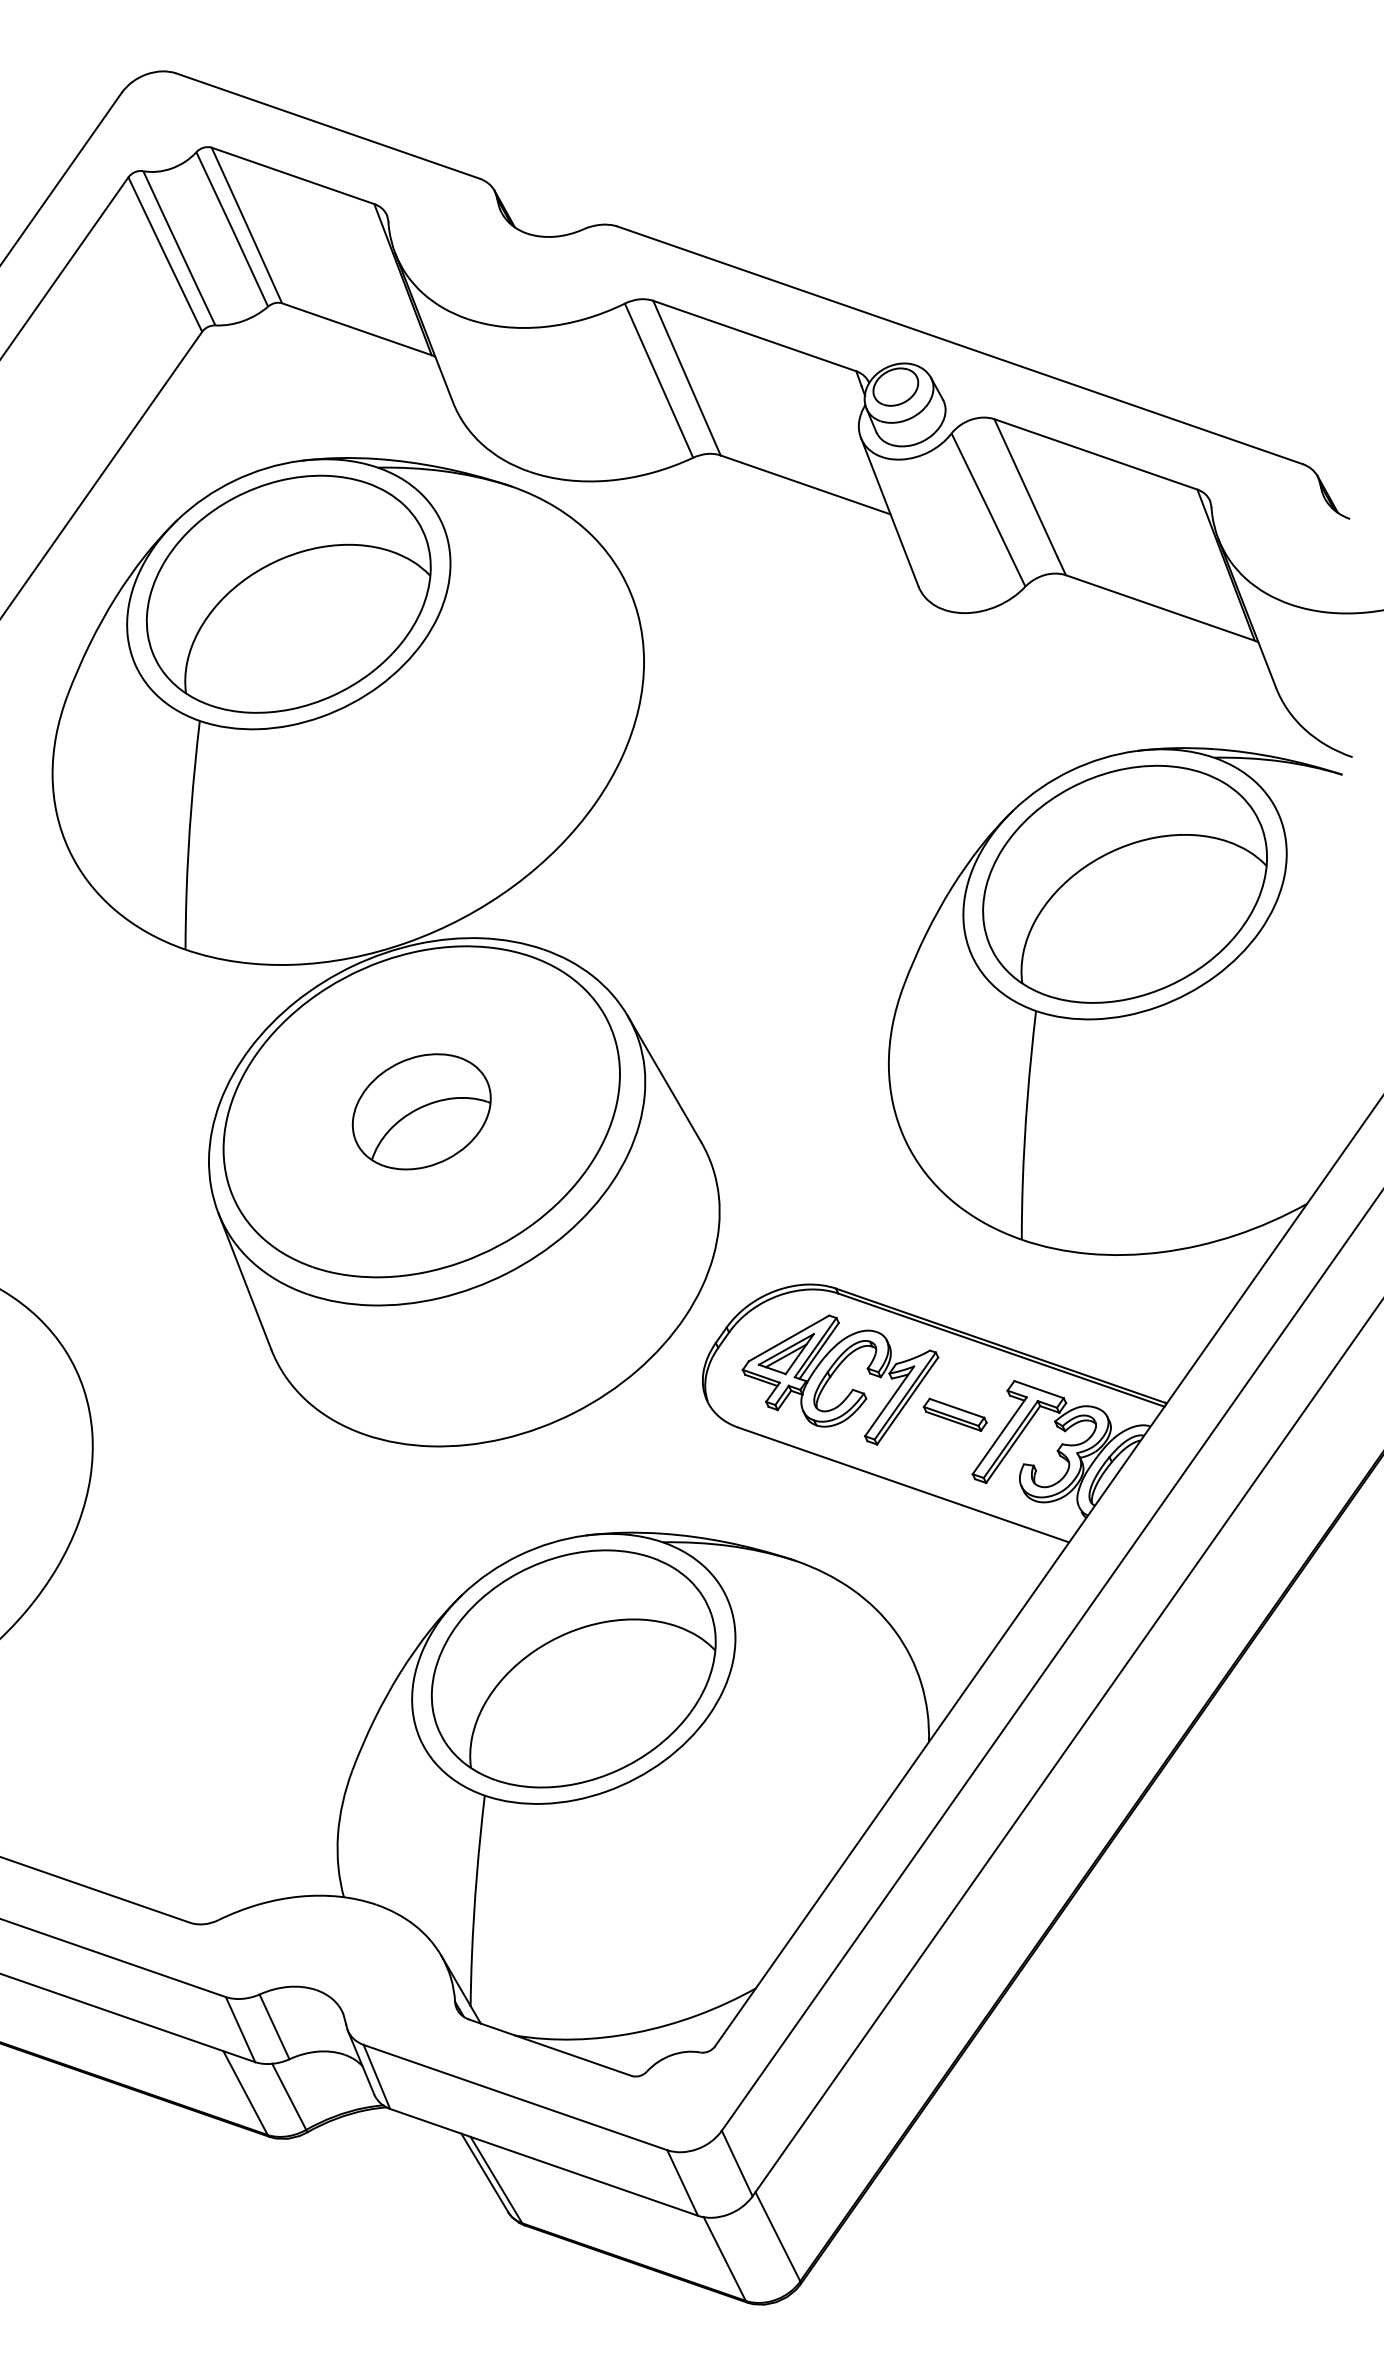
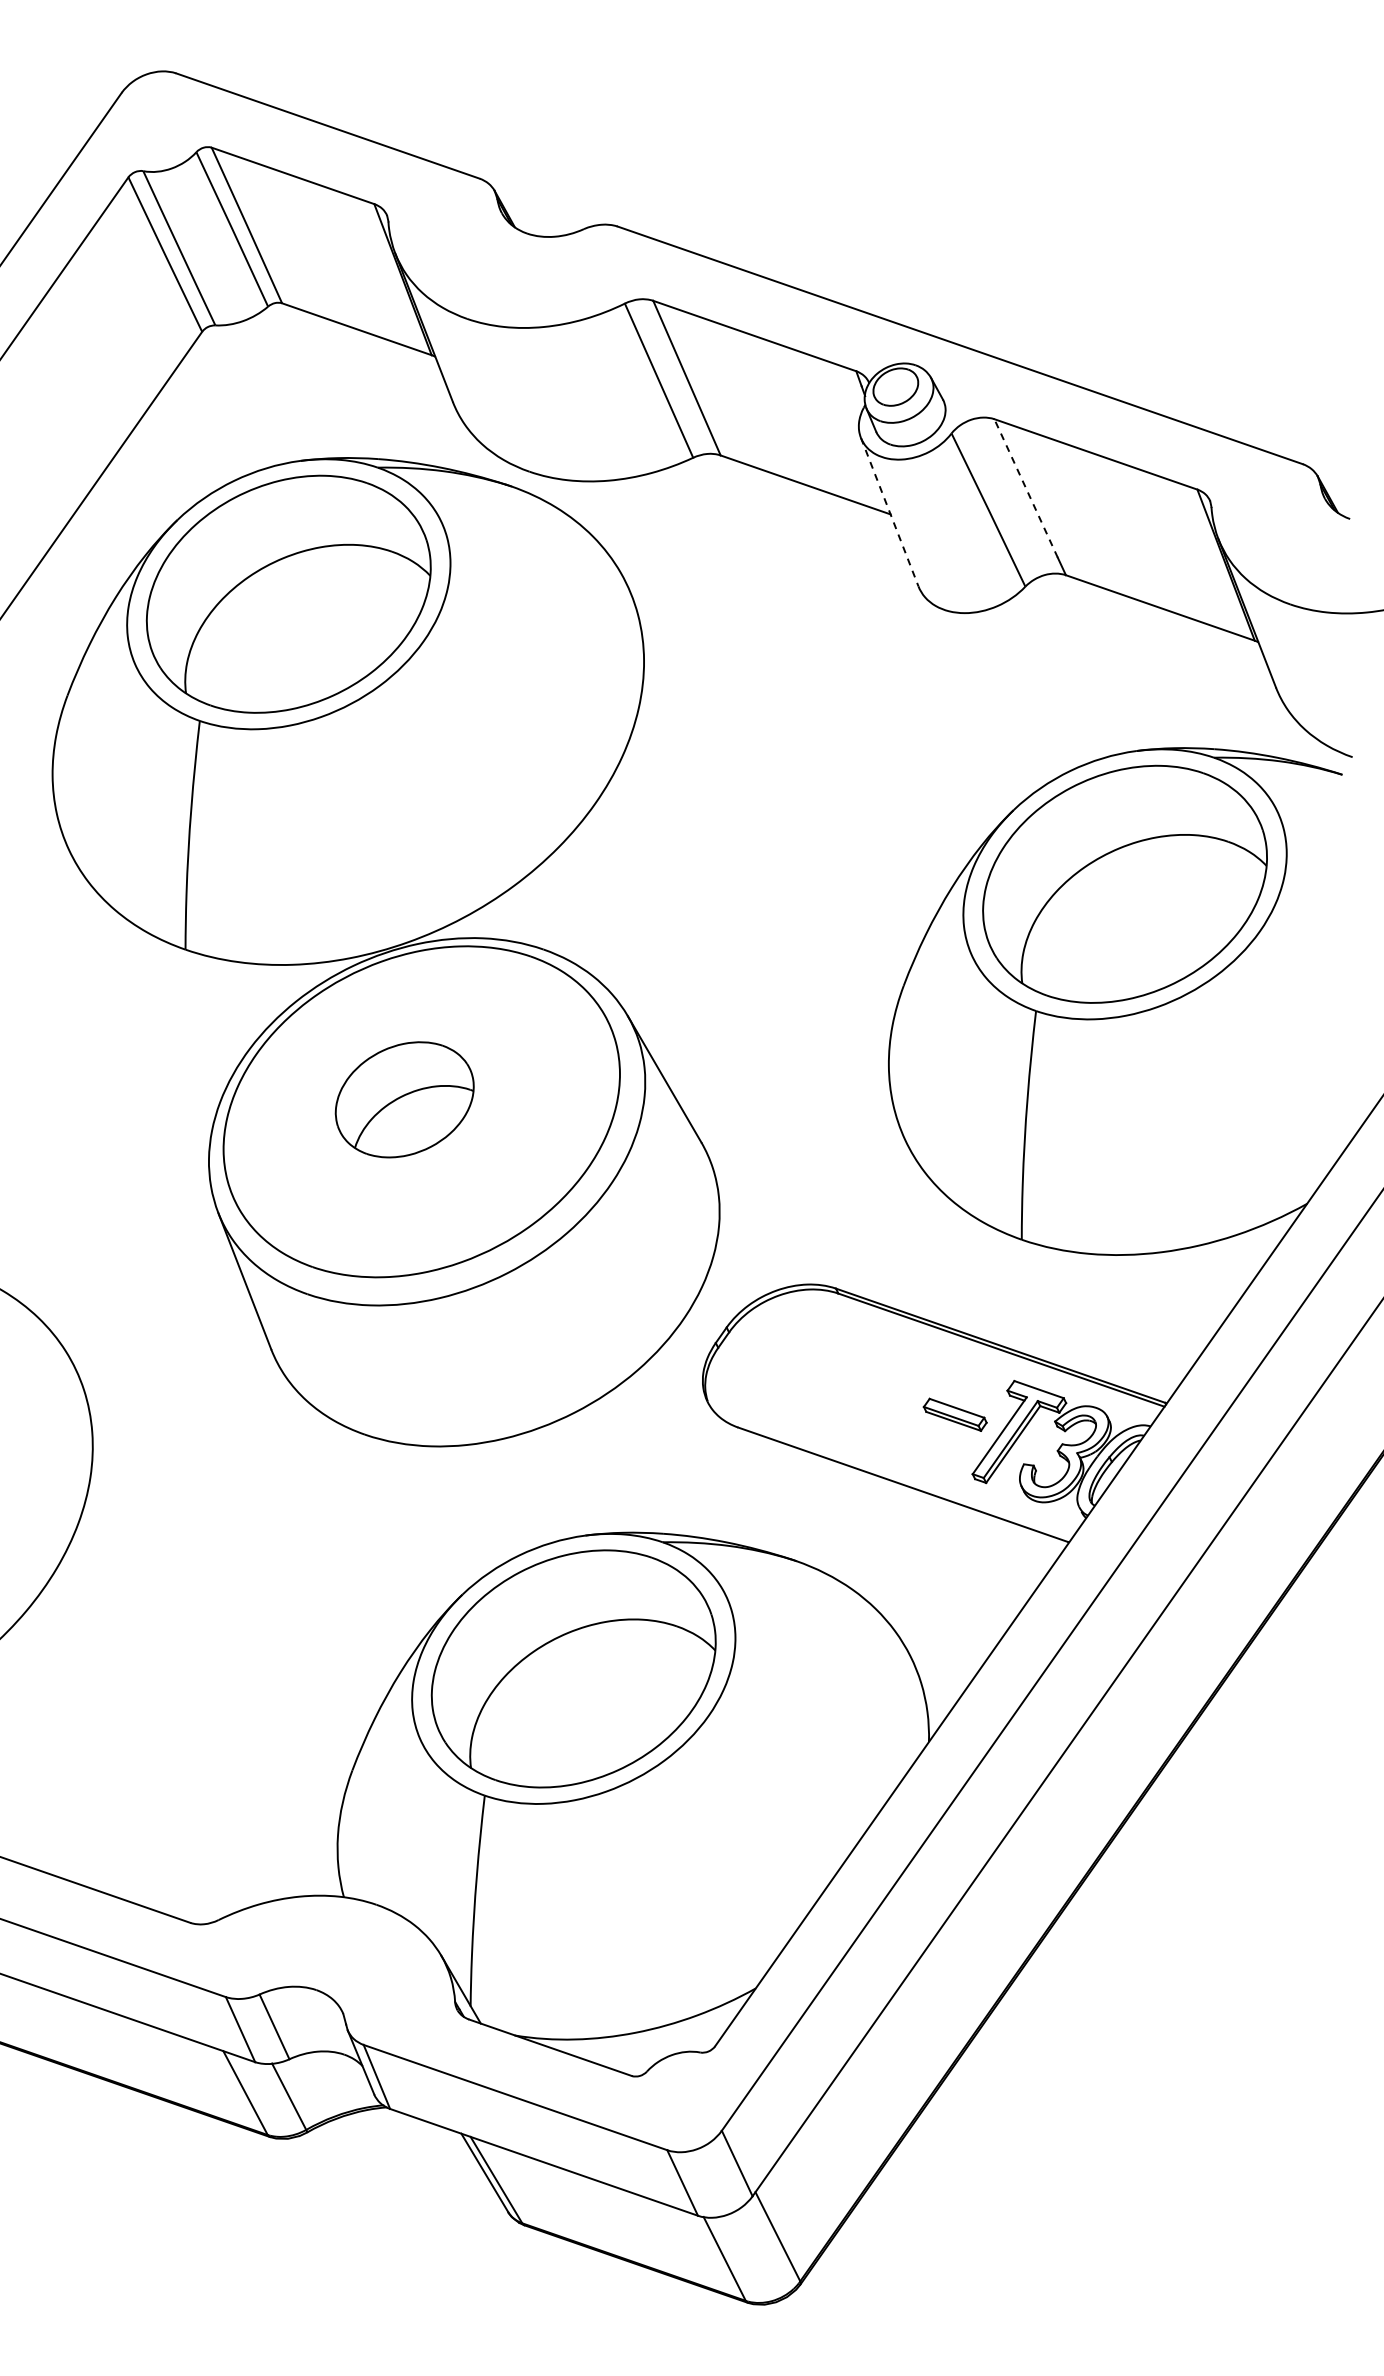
line at (1025, 488): solid -> dashed
line at (889, 512): solid -> dashed
part at (421, 1111) position: (421, 1111) -> (404, 1099)
part at (833, 1374): present -> none
